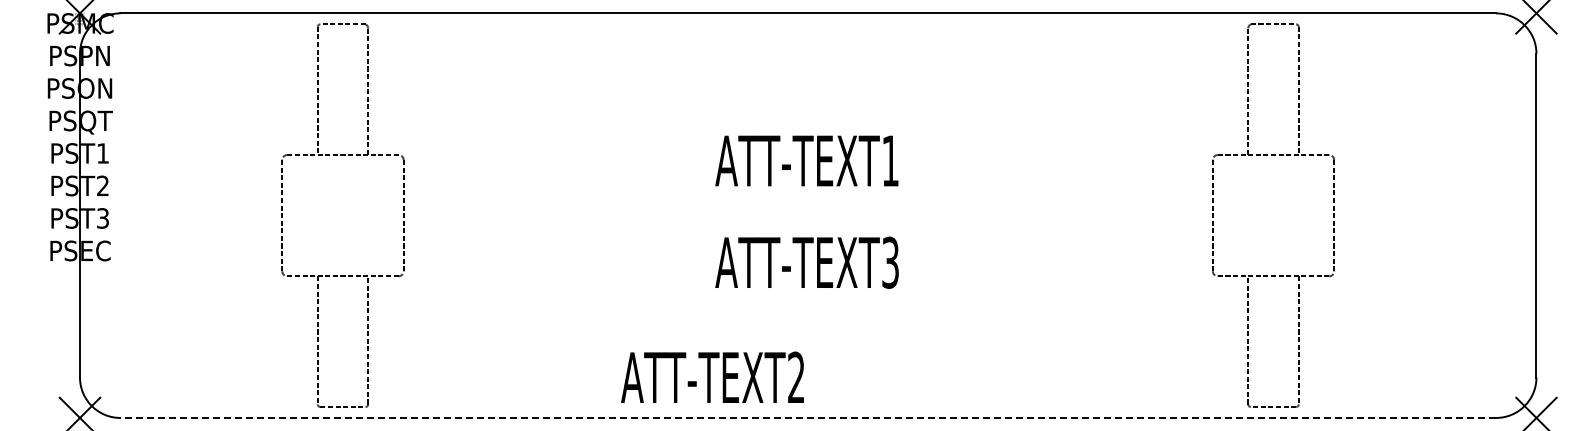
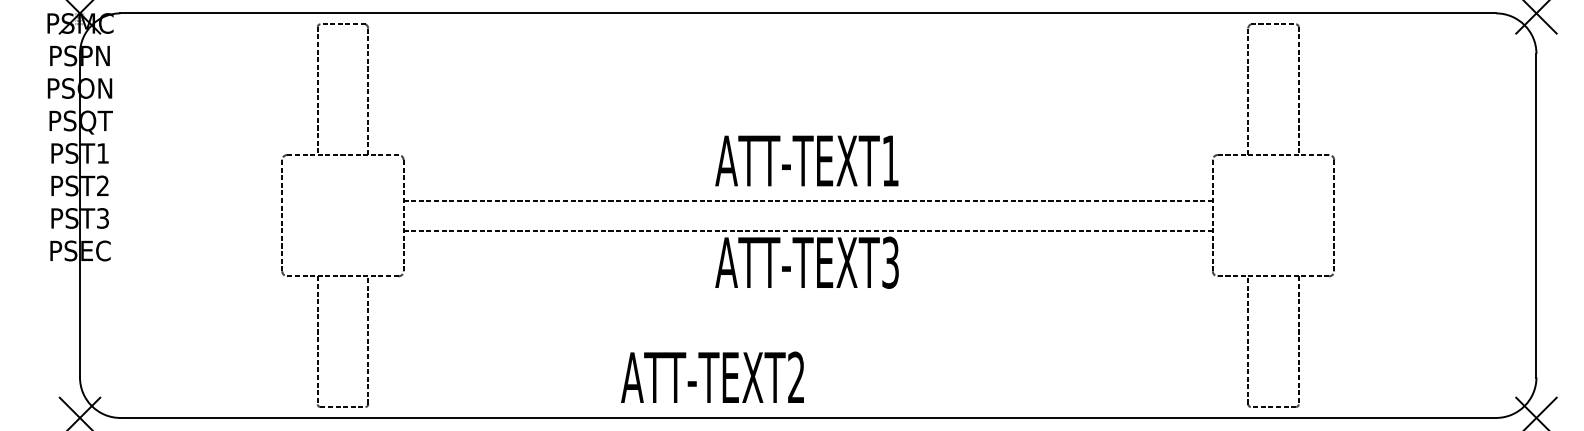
line at (807, 200): none -> present
line at (807, 230): none -> present
line at (808, 417): dashed -> solid
